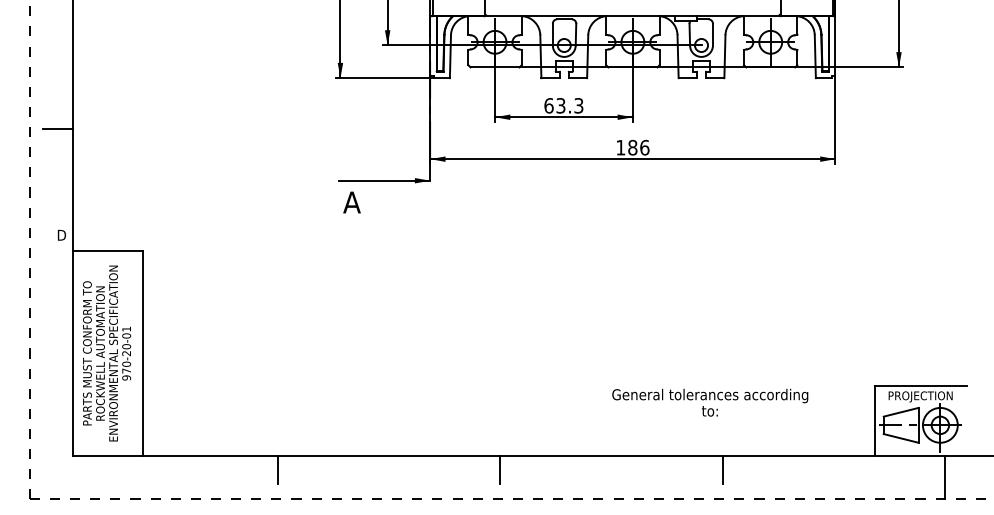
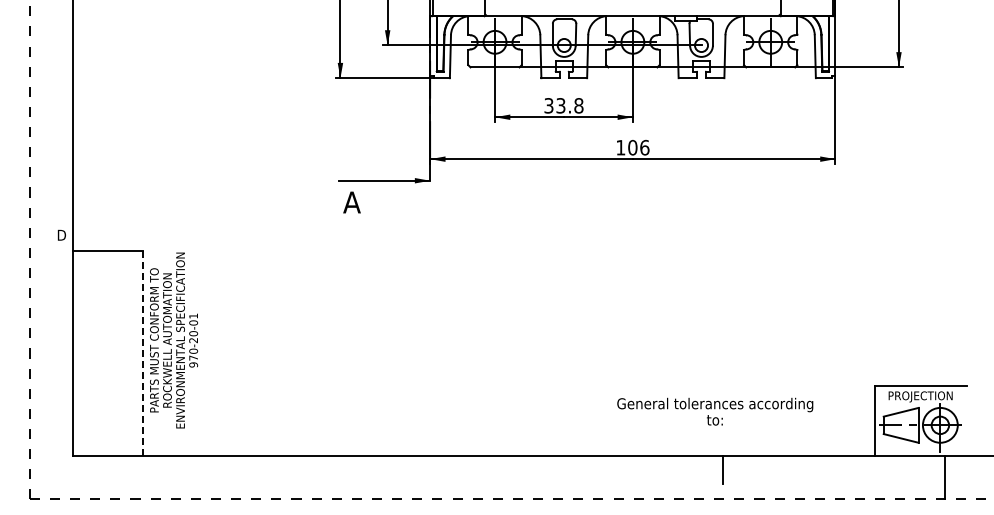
text at (563, 105): 63.3 -> 33.8
line at (57, 129): present -> none
text at (632, 147): 186 -> 106
line at (143, 352): solid -> dashed
text at (107, 353) position: (107, 353) -> (174, 340)
text at (710, 402) position: (710, 402) -> (715, 411)
line at (278, 469): present -> none
line at (500, 469): present -> none
